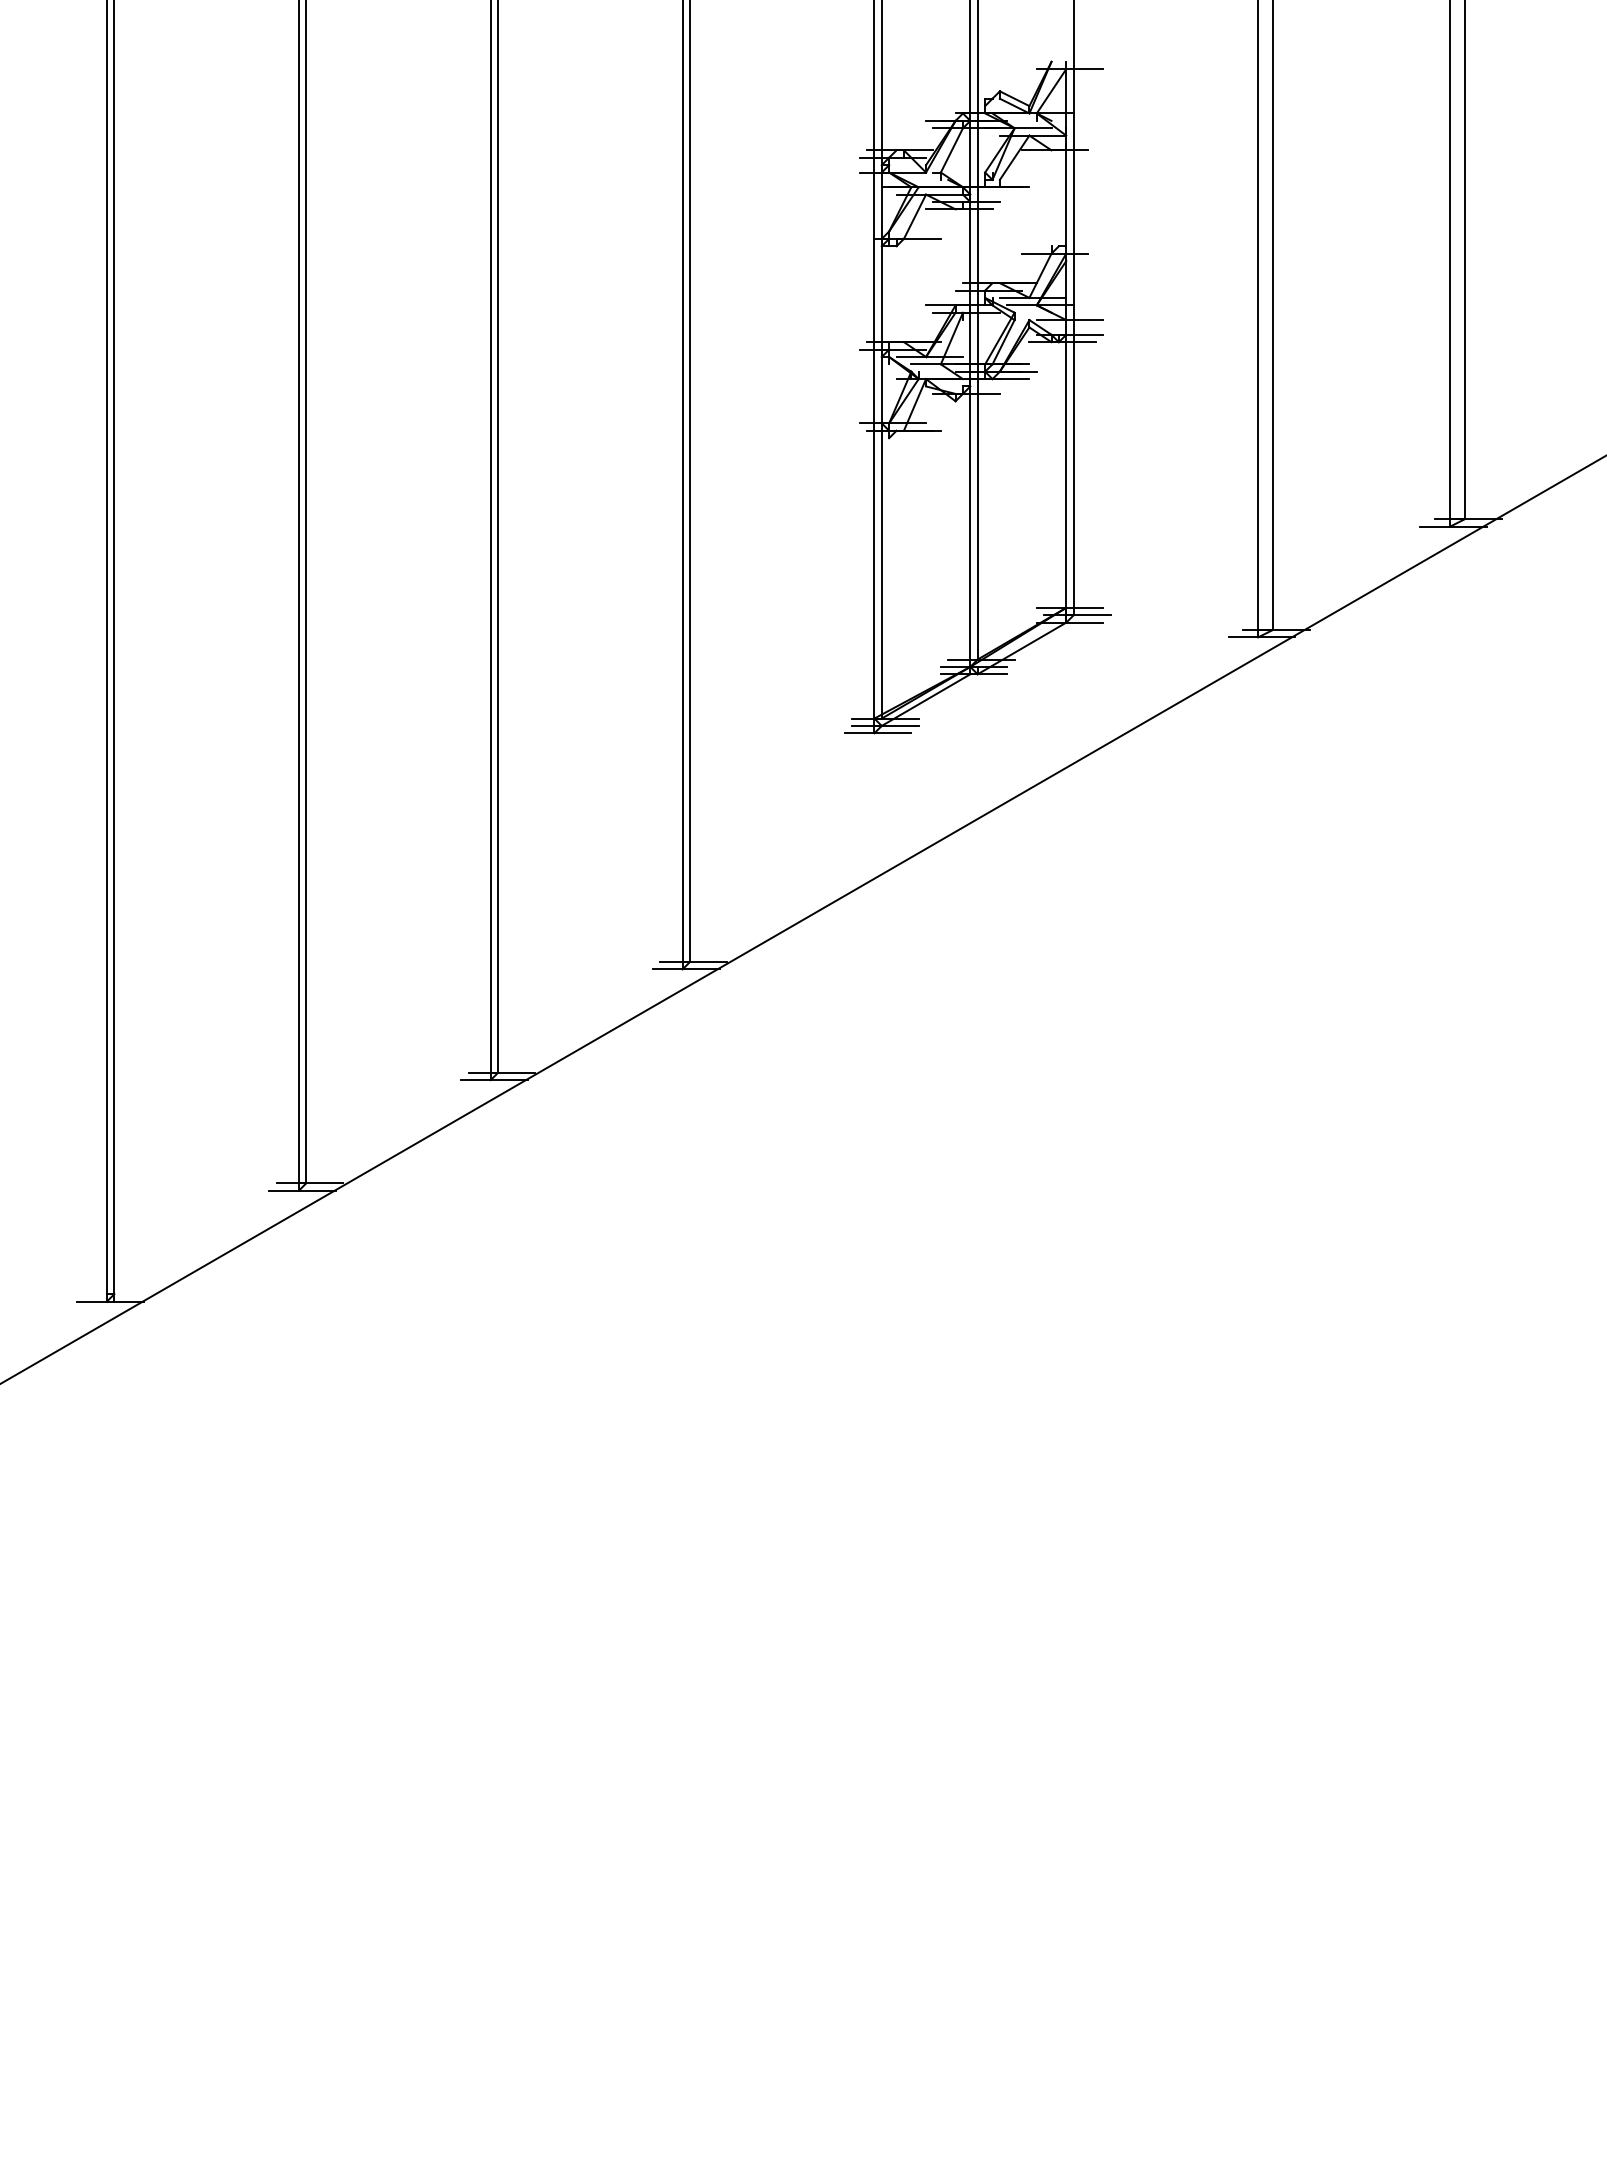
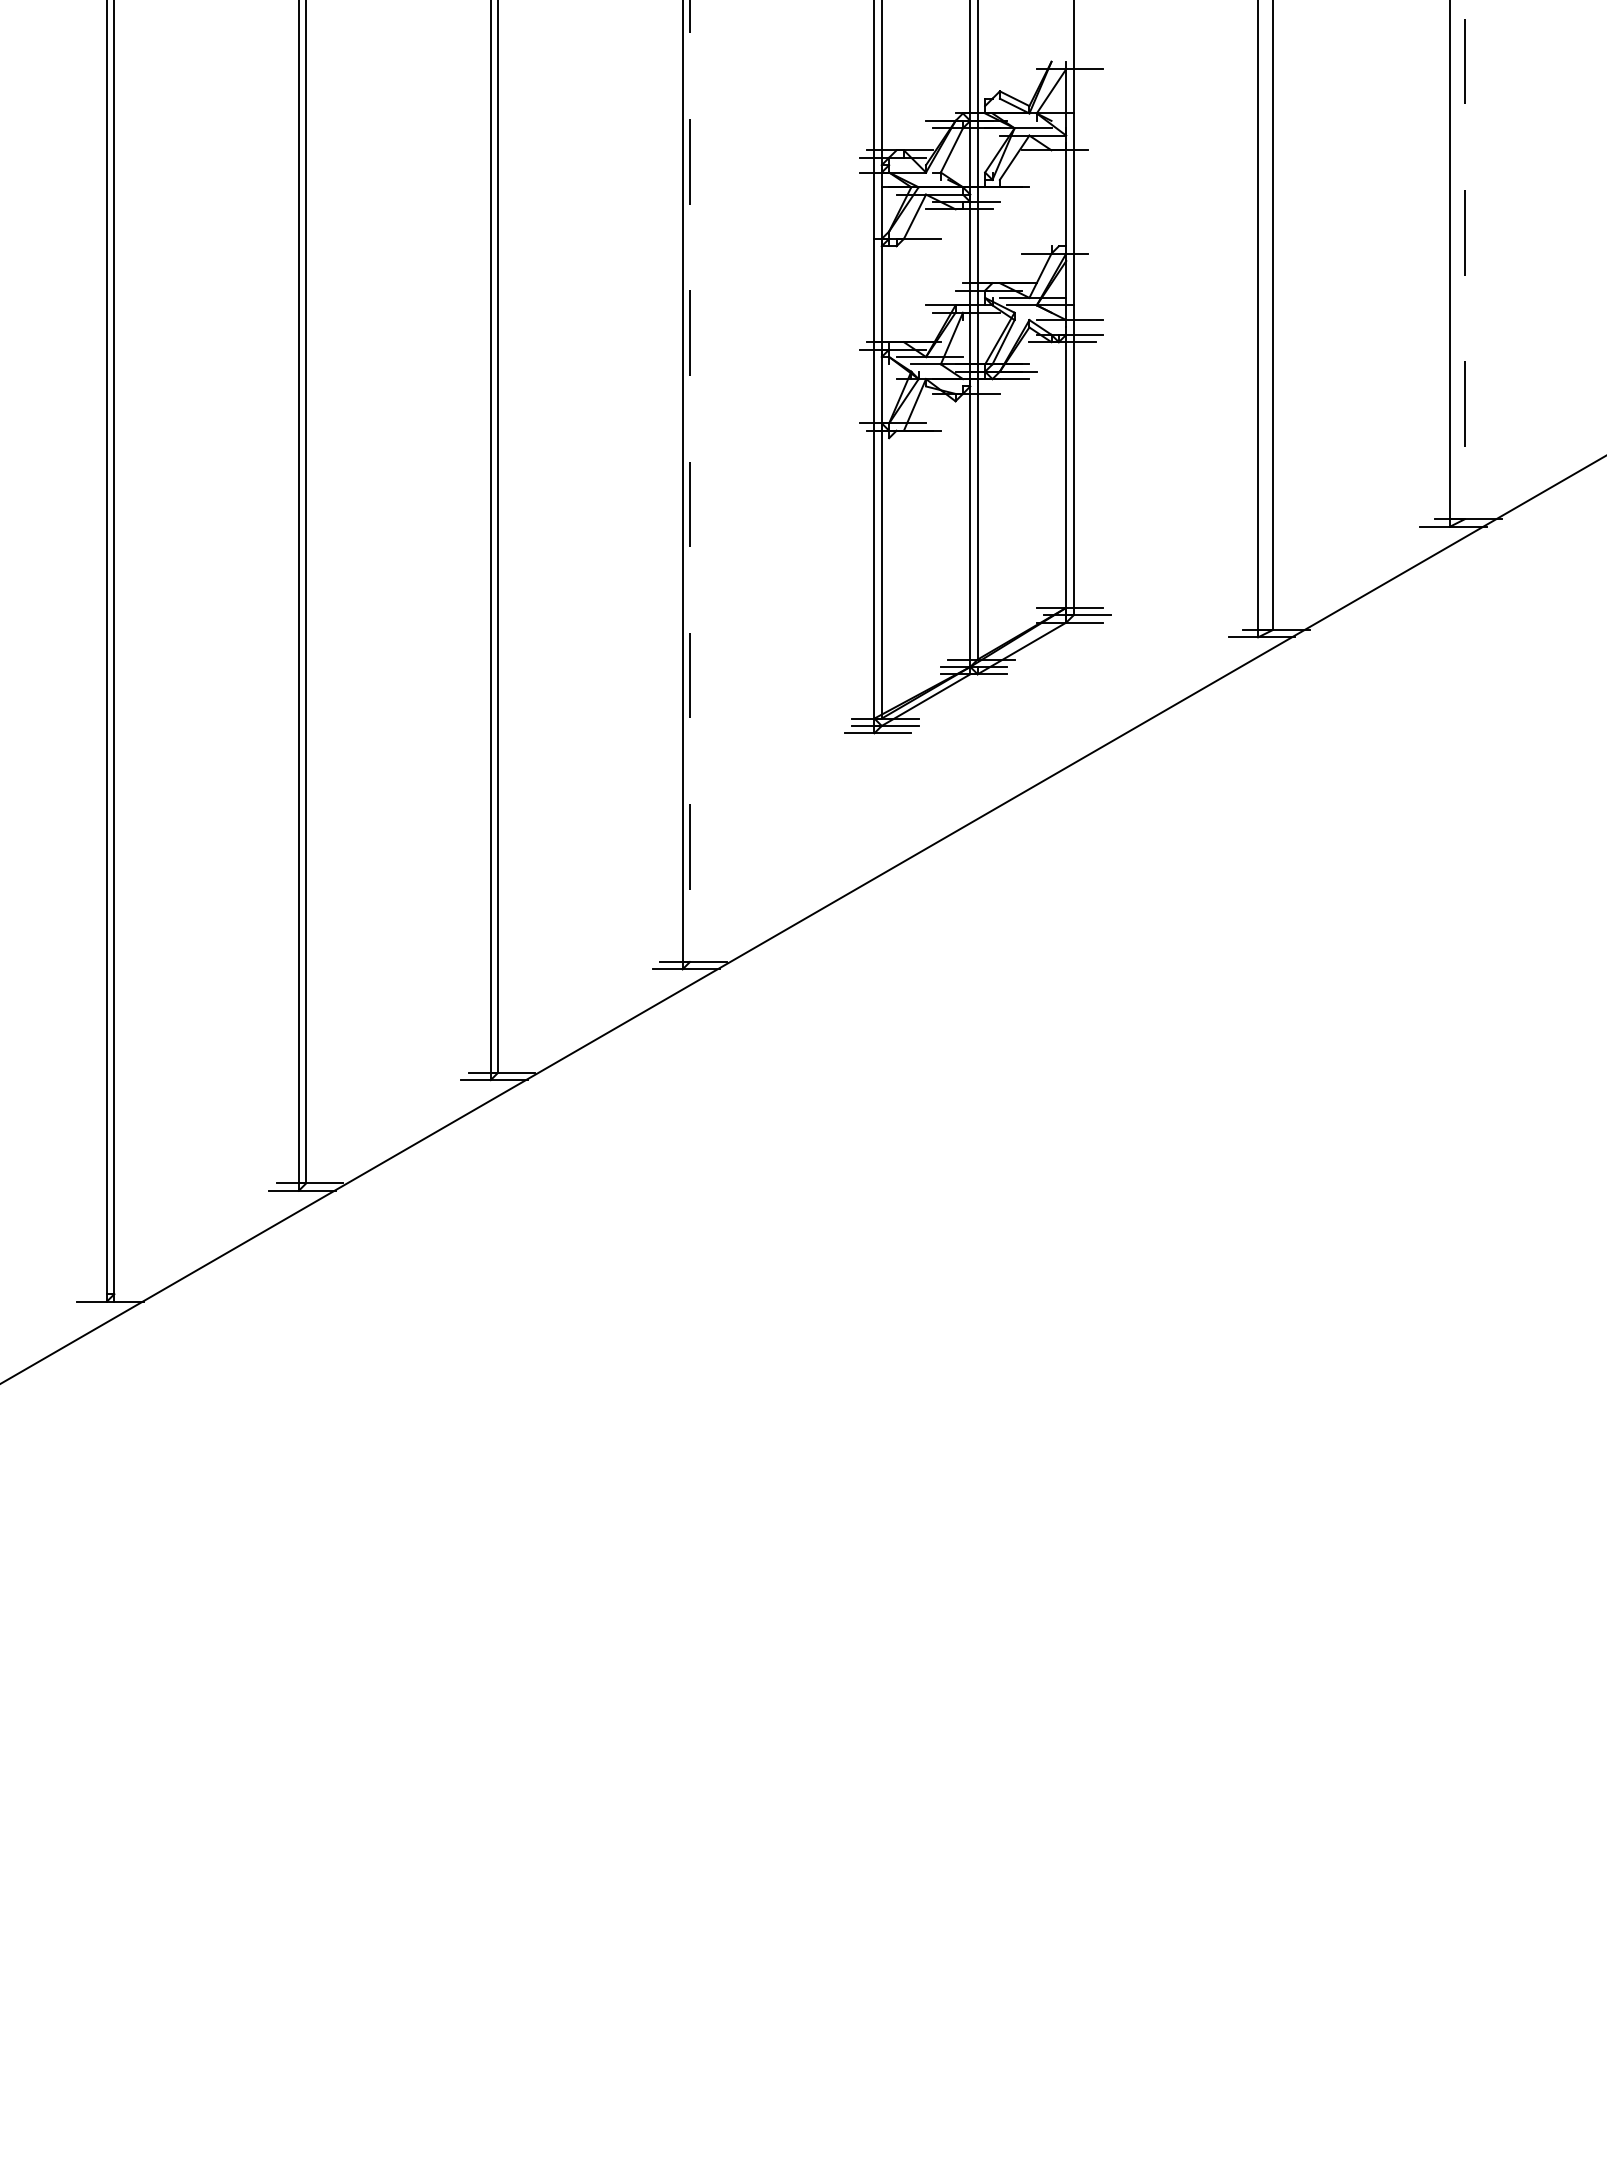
line at (1464, 260): solid -> dashed
line at (689, 481): solid -> dashed
